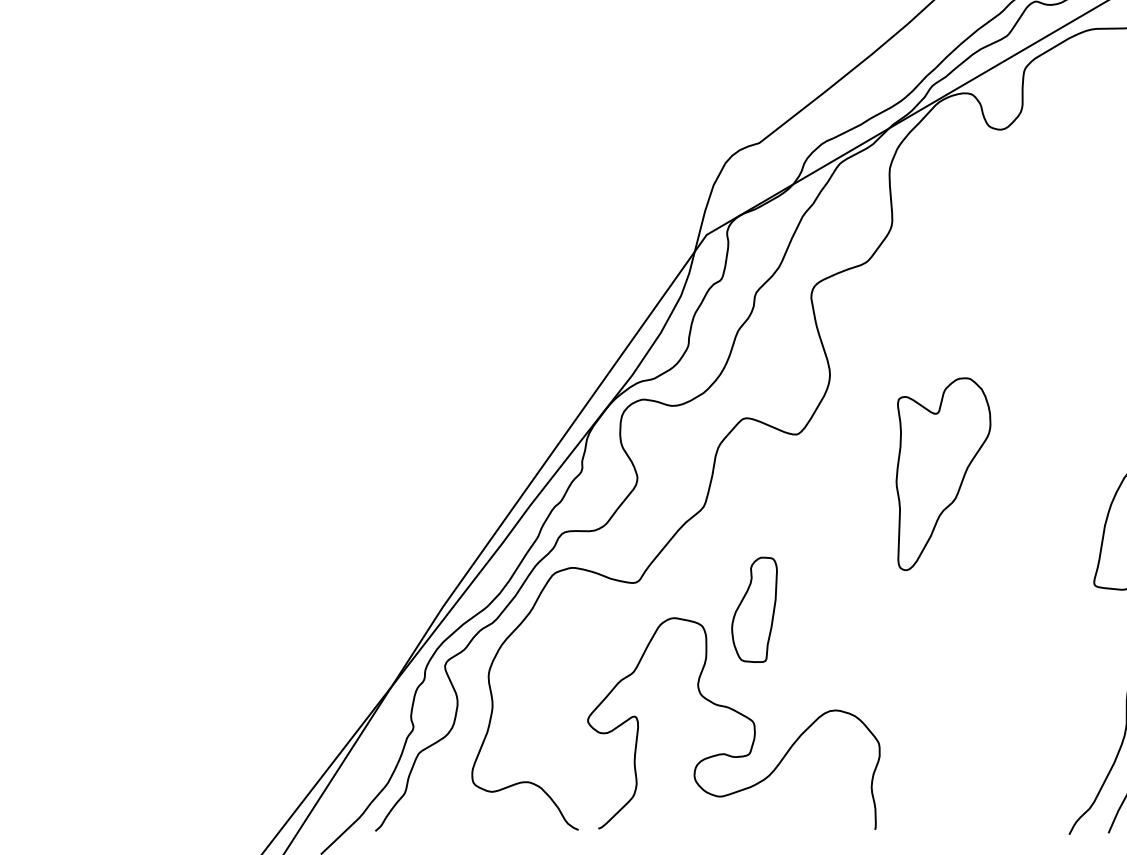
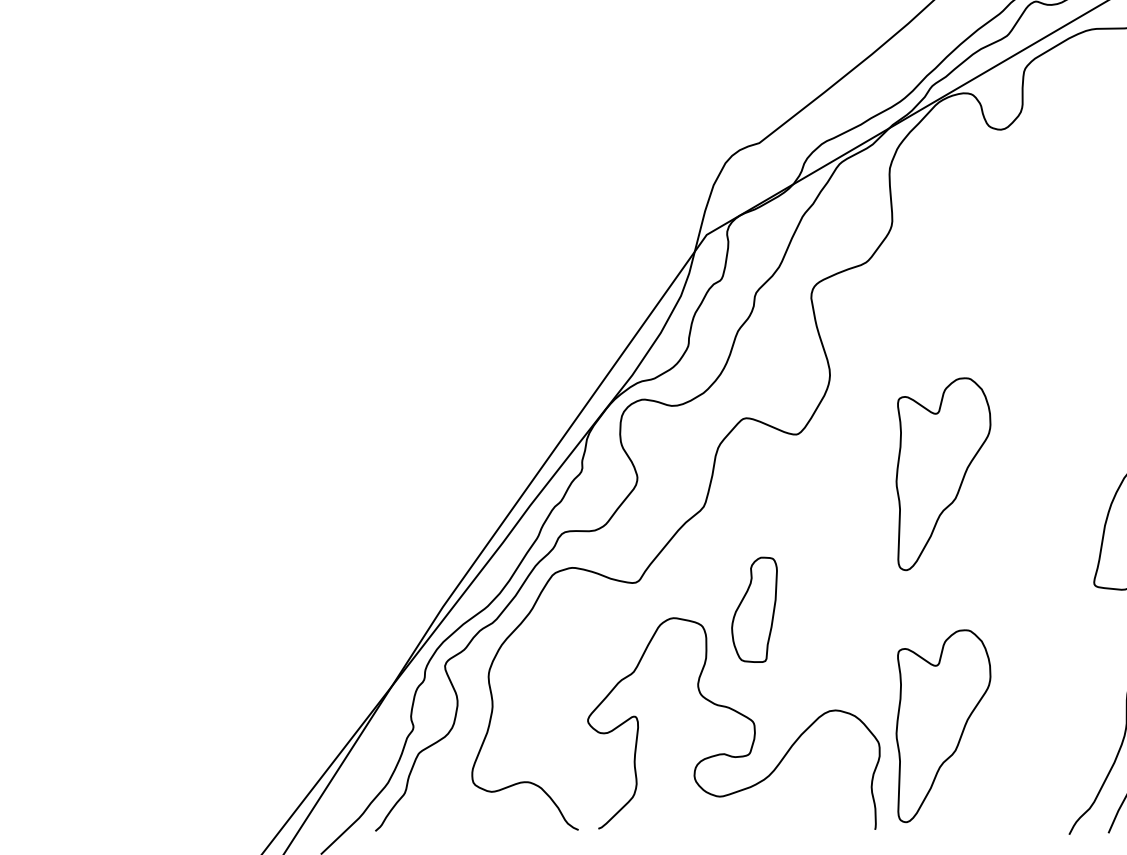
part at (943, 726): none -> present
